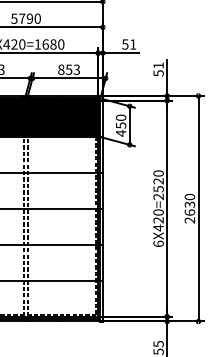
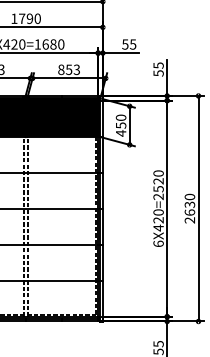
text at (14, 18): 5790 -> 1790
text at (133, 44): 51 -> 55
text at (158, 65): 51 -> 55
